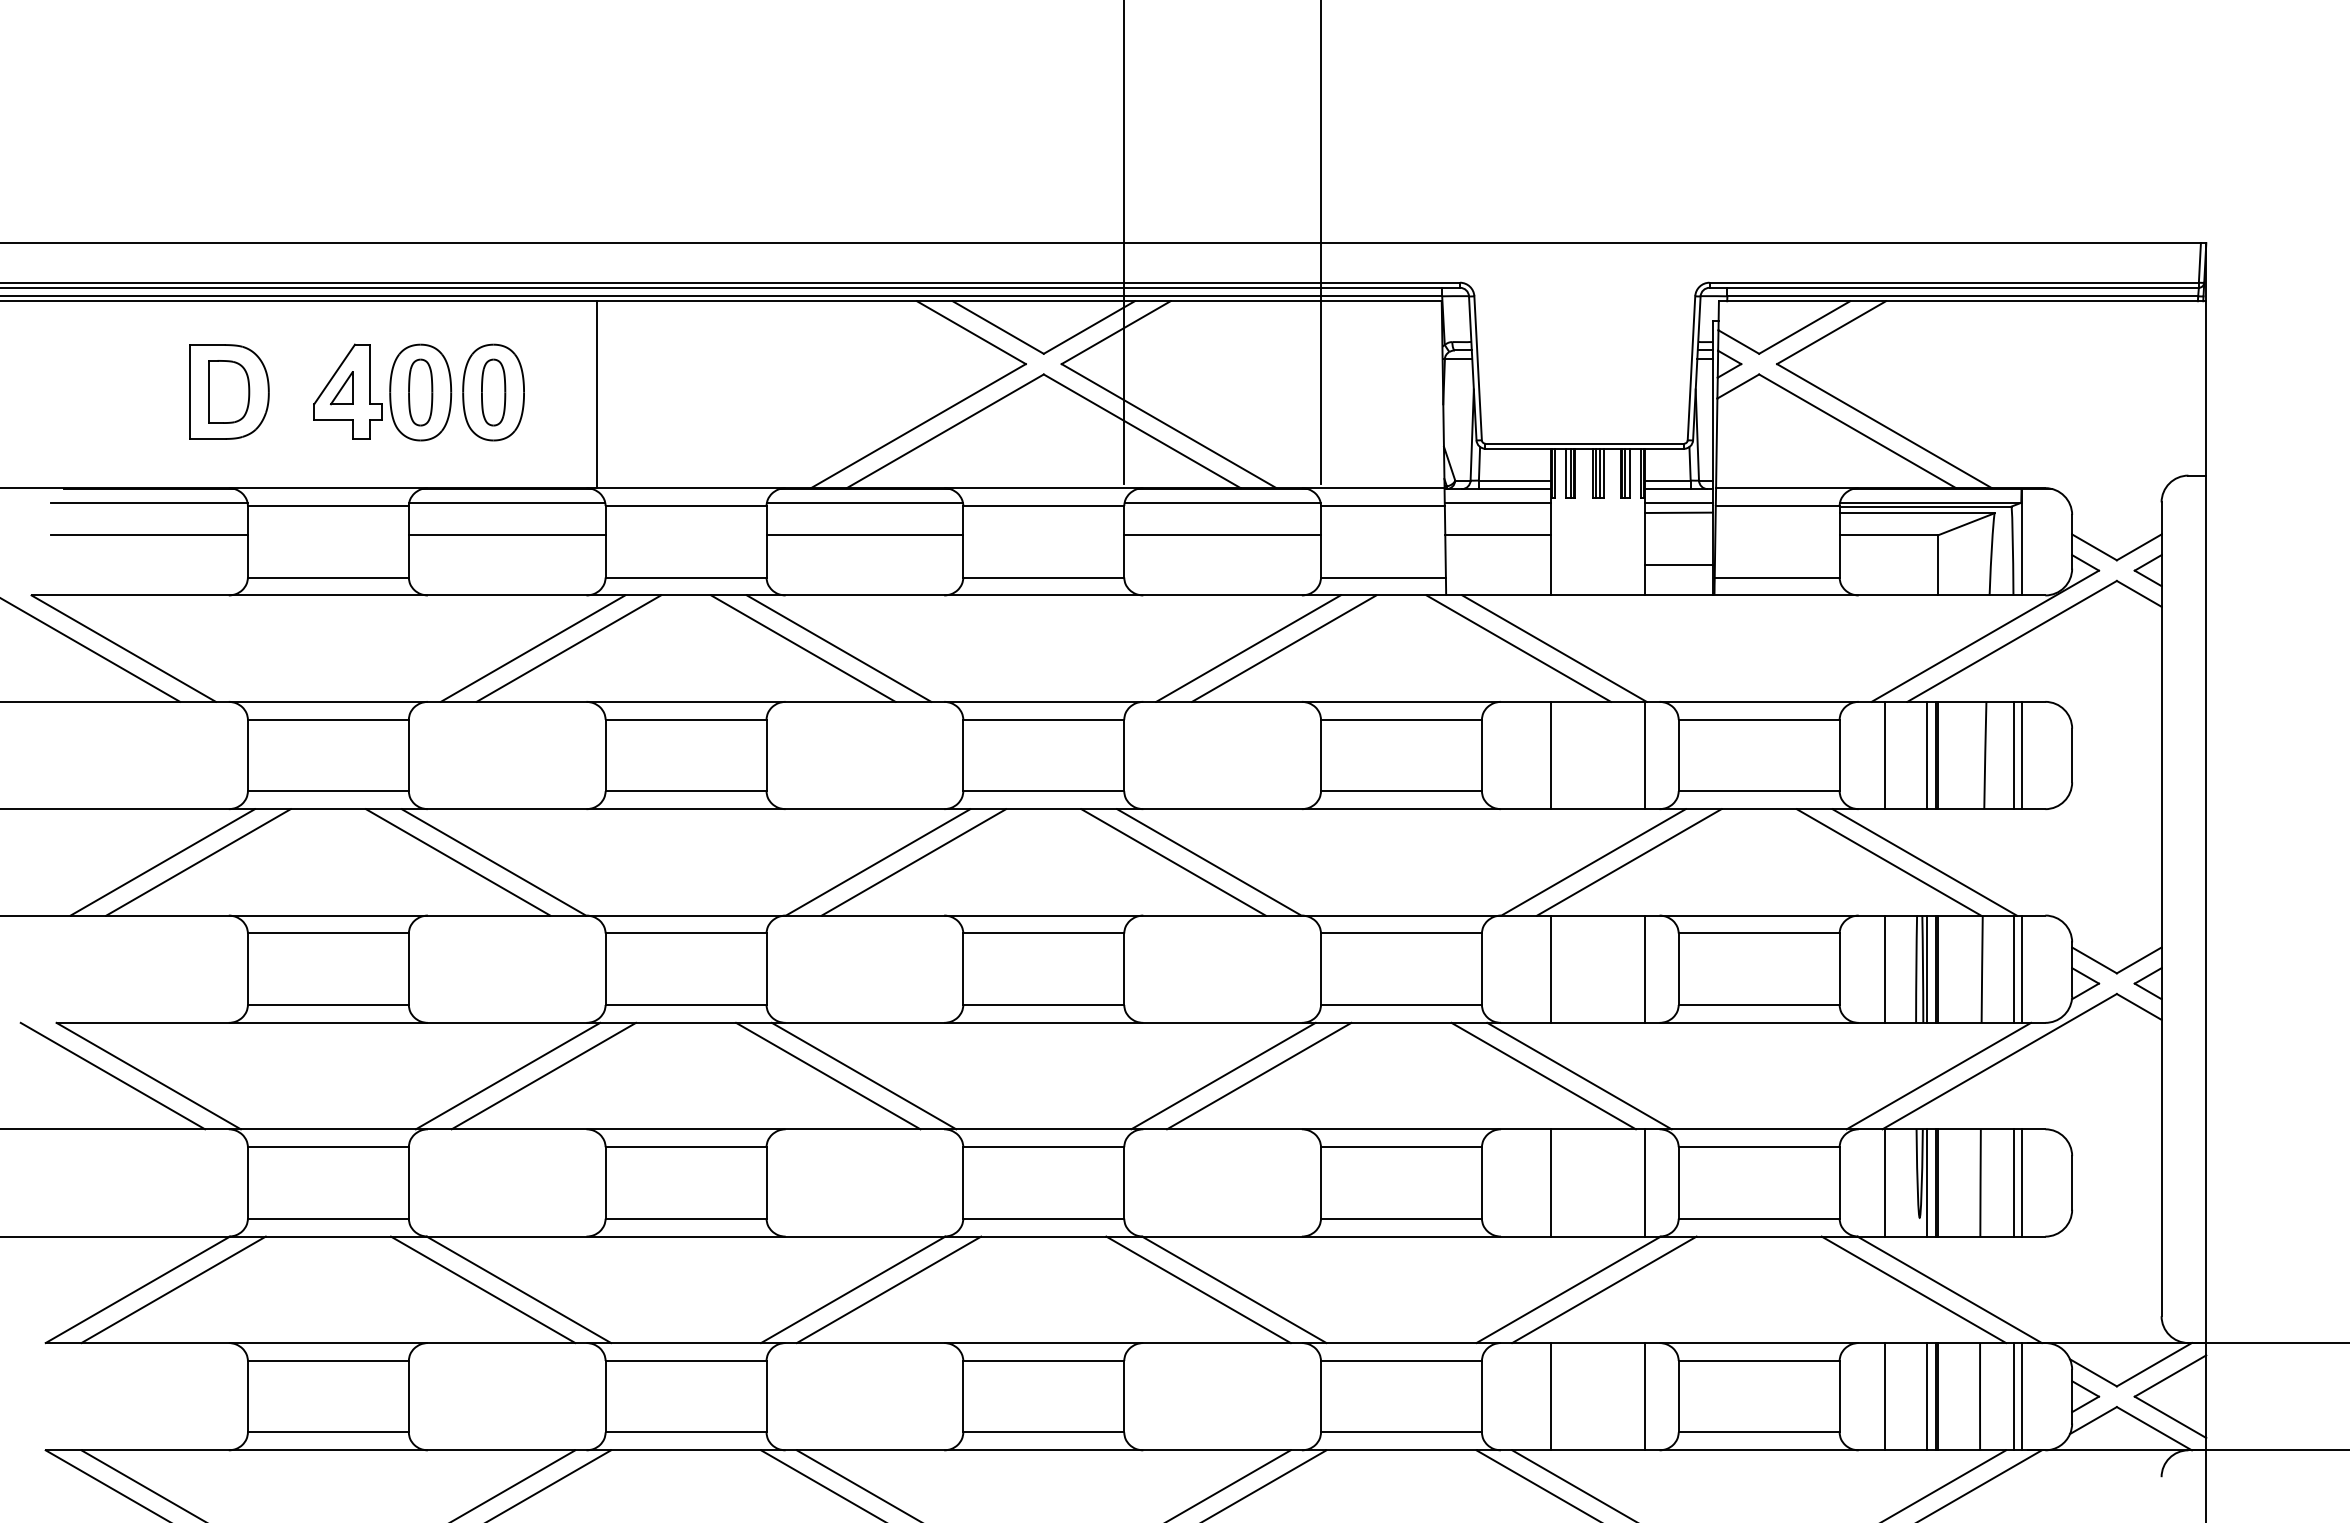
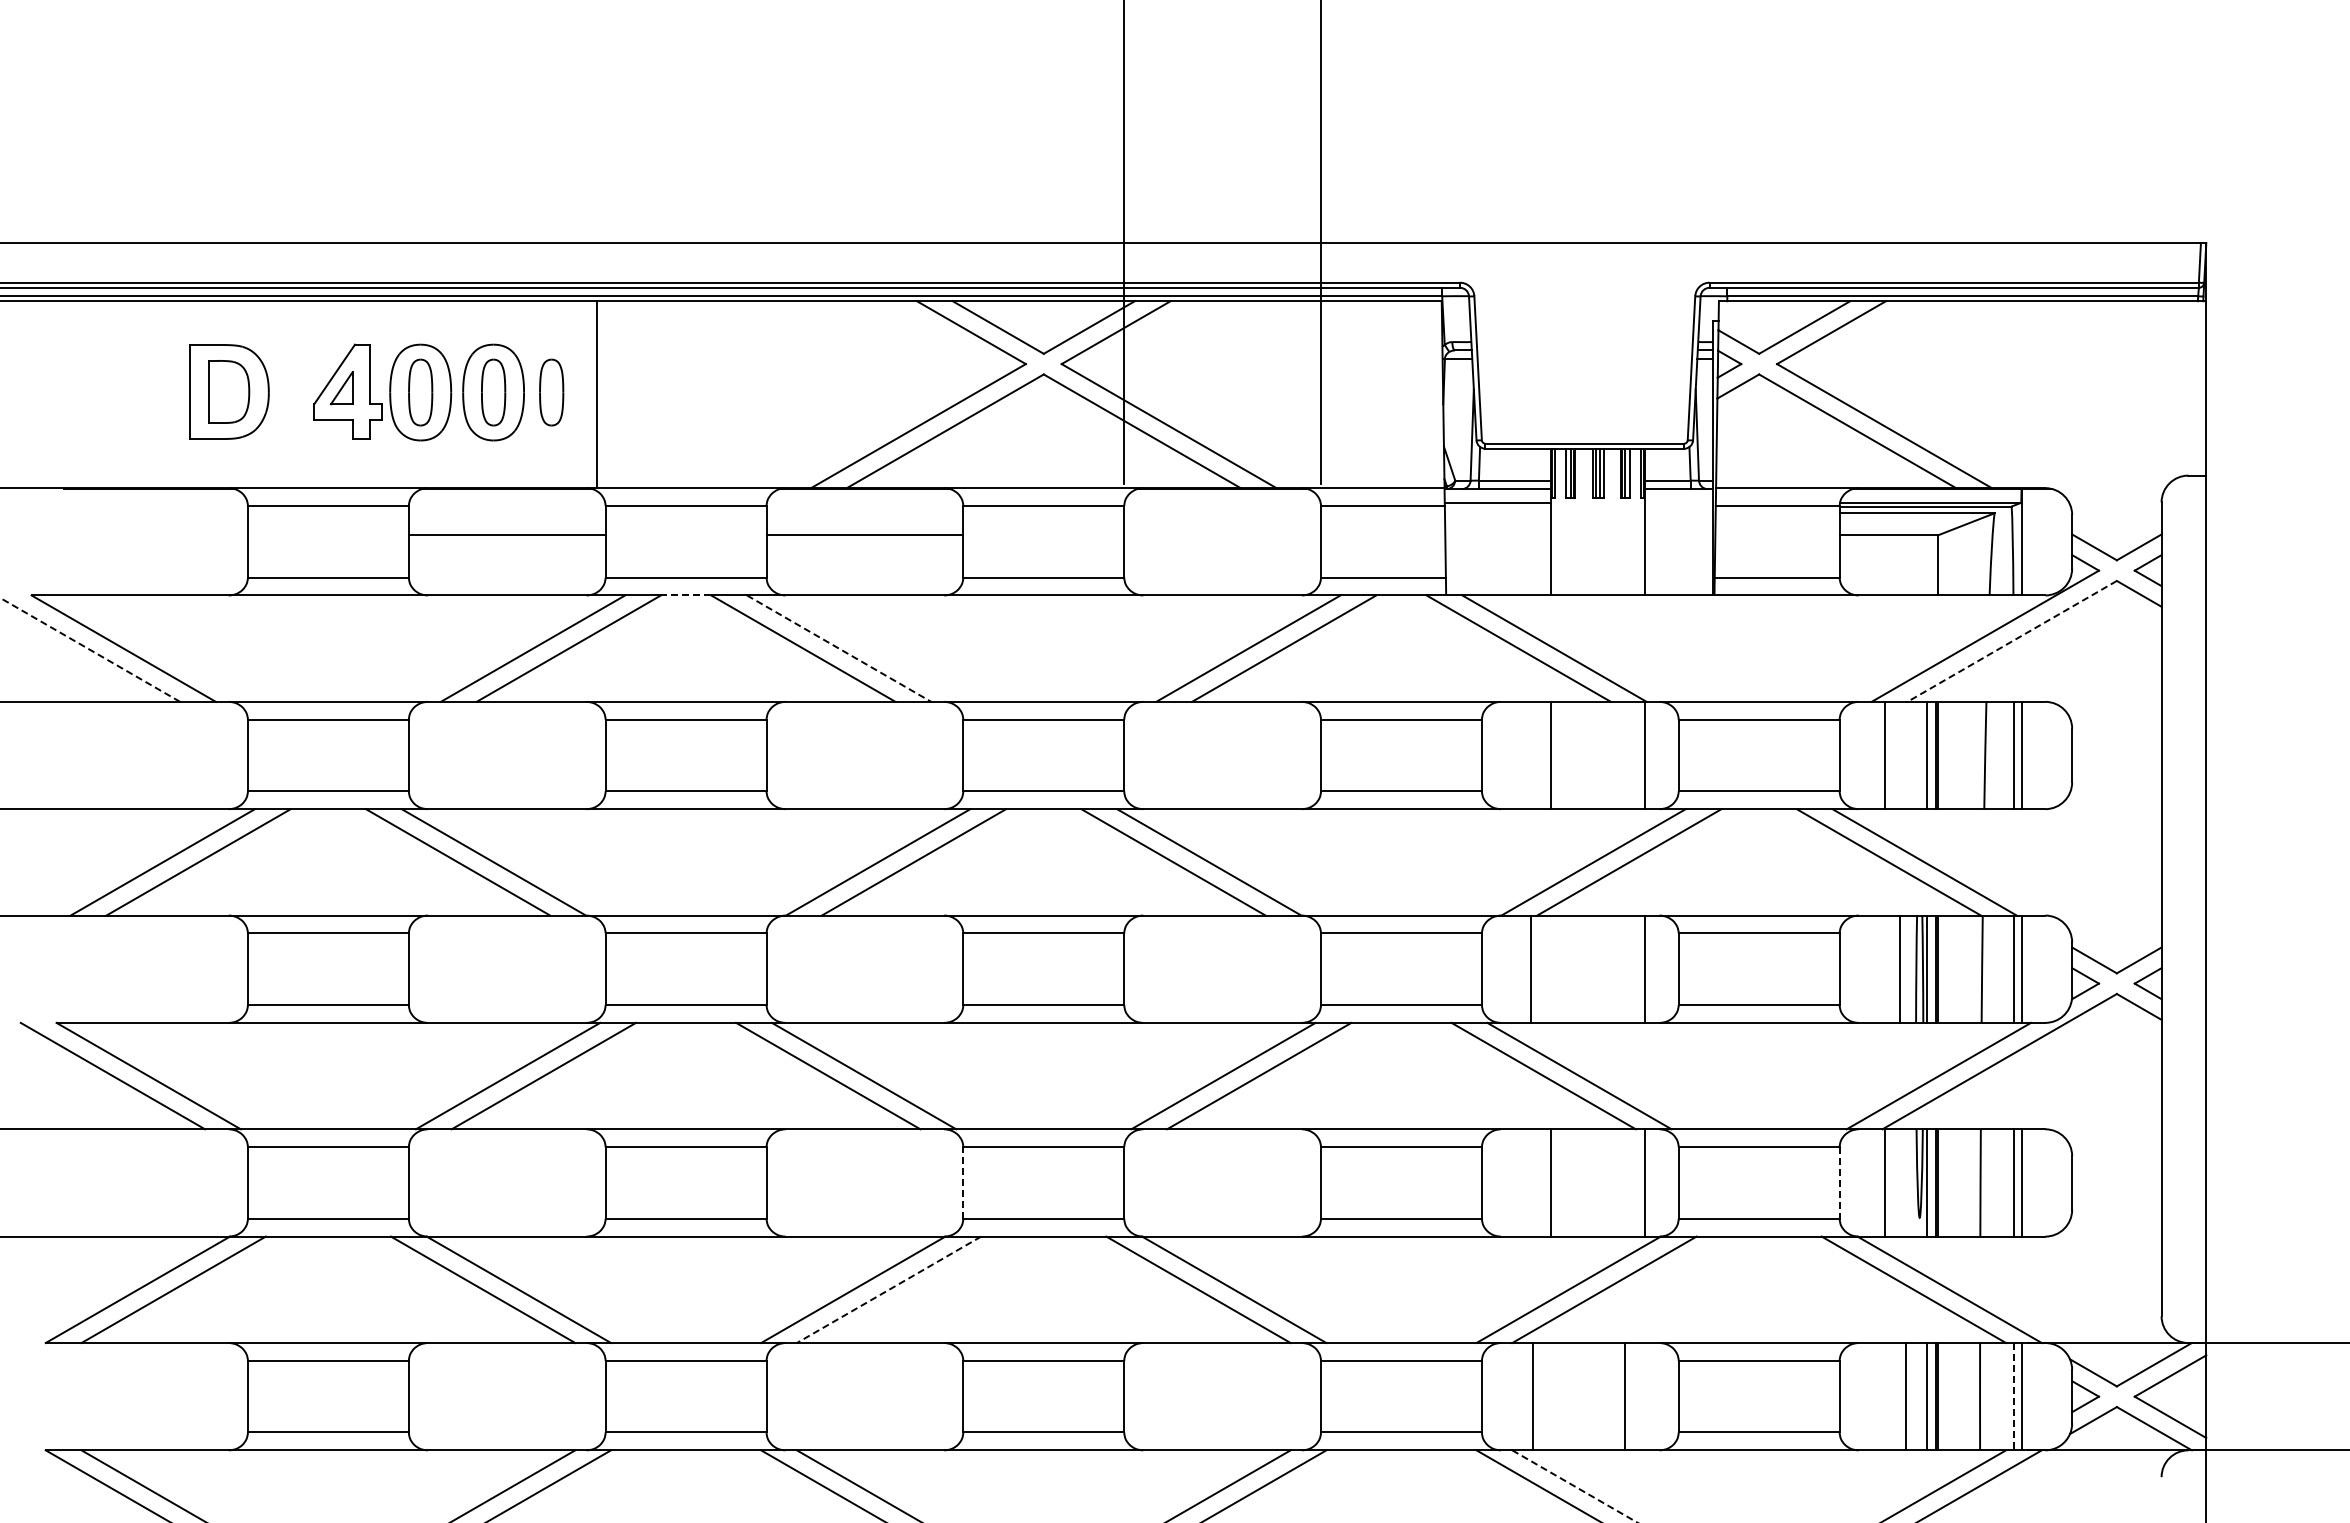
part at (551, 392): none -> present
line at (149, 502): present -> none
line at (507, 502): present -> none
line at (864, 502): present -> none
line at (1222, 502): present -> none
line at (1678, 502): present -> none
line at (1678, 512): present -> none
line at (149, 535): present -> none
line at (1222, 535): present -> none
line at (1498, 535): present -> none
line at (1678, 565): present -> none
line at (685, 595): solid -> dashed
line at (2012, 641): solid -> dashed
line at (839, 648): solid -> dashed
line at (90, 649): solid -> dashed
line at (1551, 968) position: (1551, 968) -> (1531, 968)
line at (1884, 968) position: (1884, 968) -> (1899, 968)
line at (963, 1182): solid -> dashed
line at (1839, 1182): solid -> dashed
line at (888, 1290): solid -> dashed
line at (1551, 1396) position: (1551, 1396) -> (1533, 1396)
line at (1645, 1396) position: (1645, 1396) -> (1625, 1396)
line at (1884, 1396) position: (1884, 1396) -> (1905, 1396)
line at (2013, 1396): solid -> dashed
line at (1575, 1486): solid -> dashed
